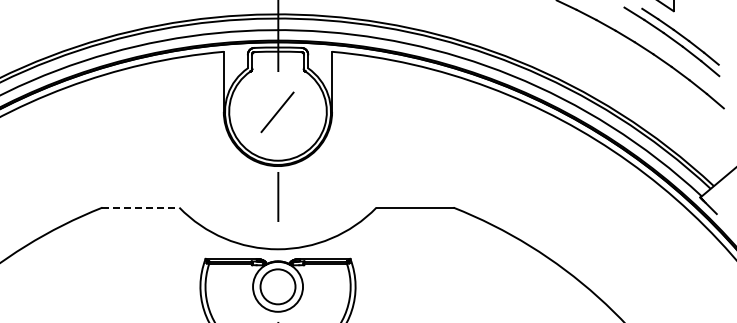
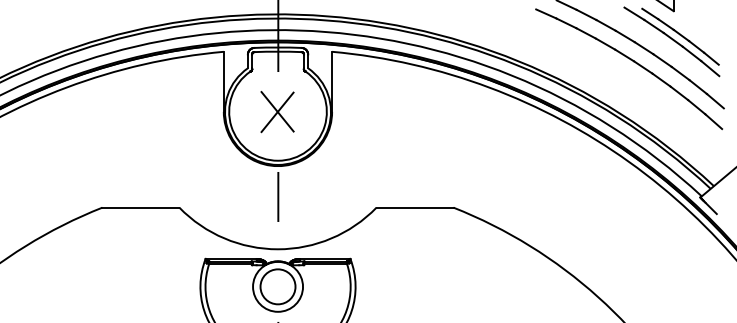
part at (633, 62): none -> present
line at (277, 111): none -> present
line at (141, 207): dashed -> solid
